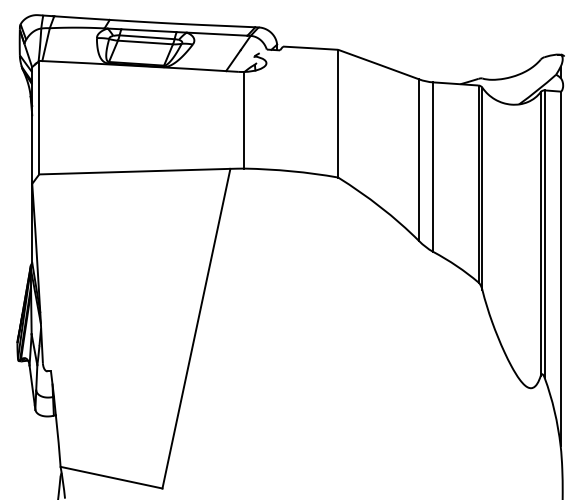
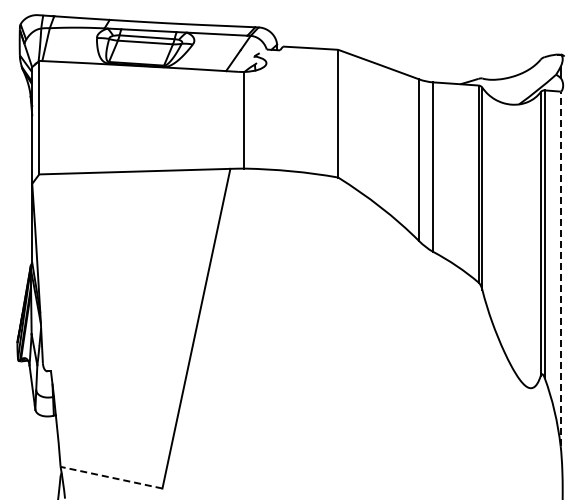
line at (560, 268): solid -> dashed
line at (111, 477): solid -> dashed
